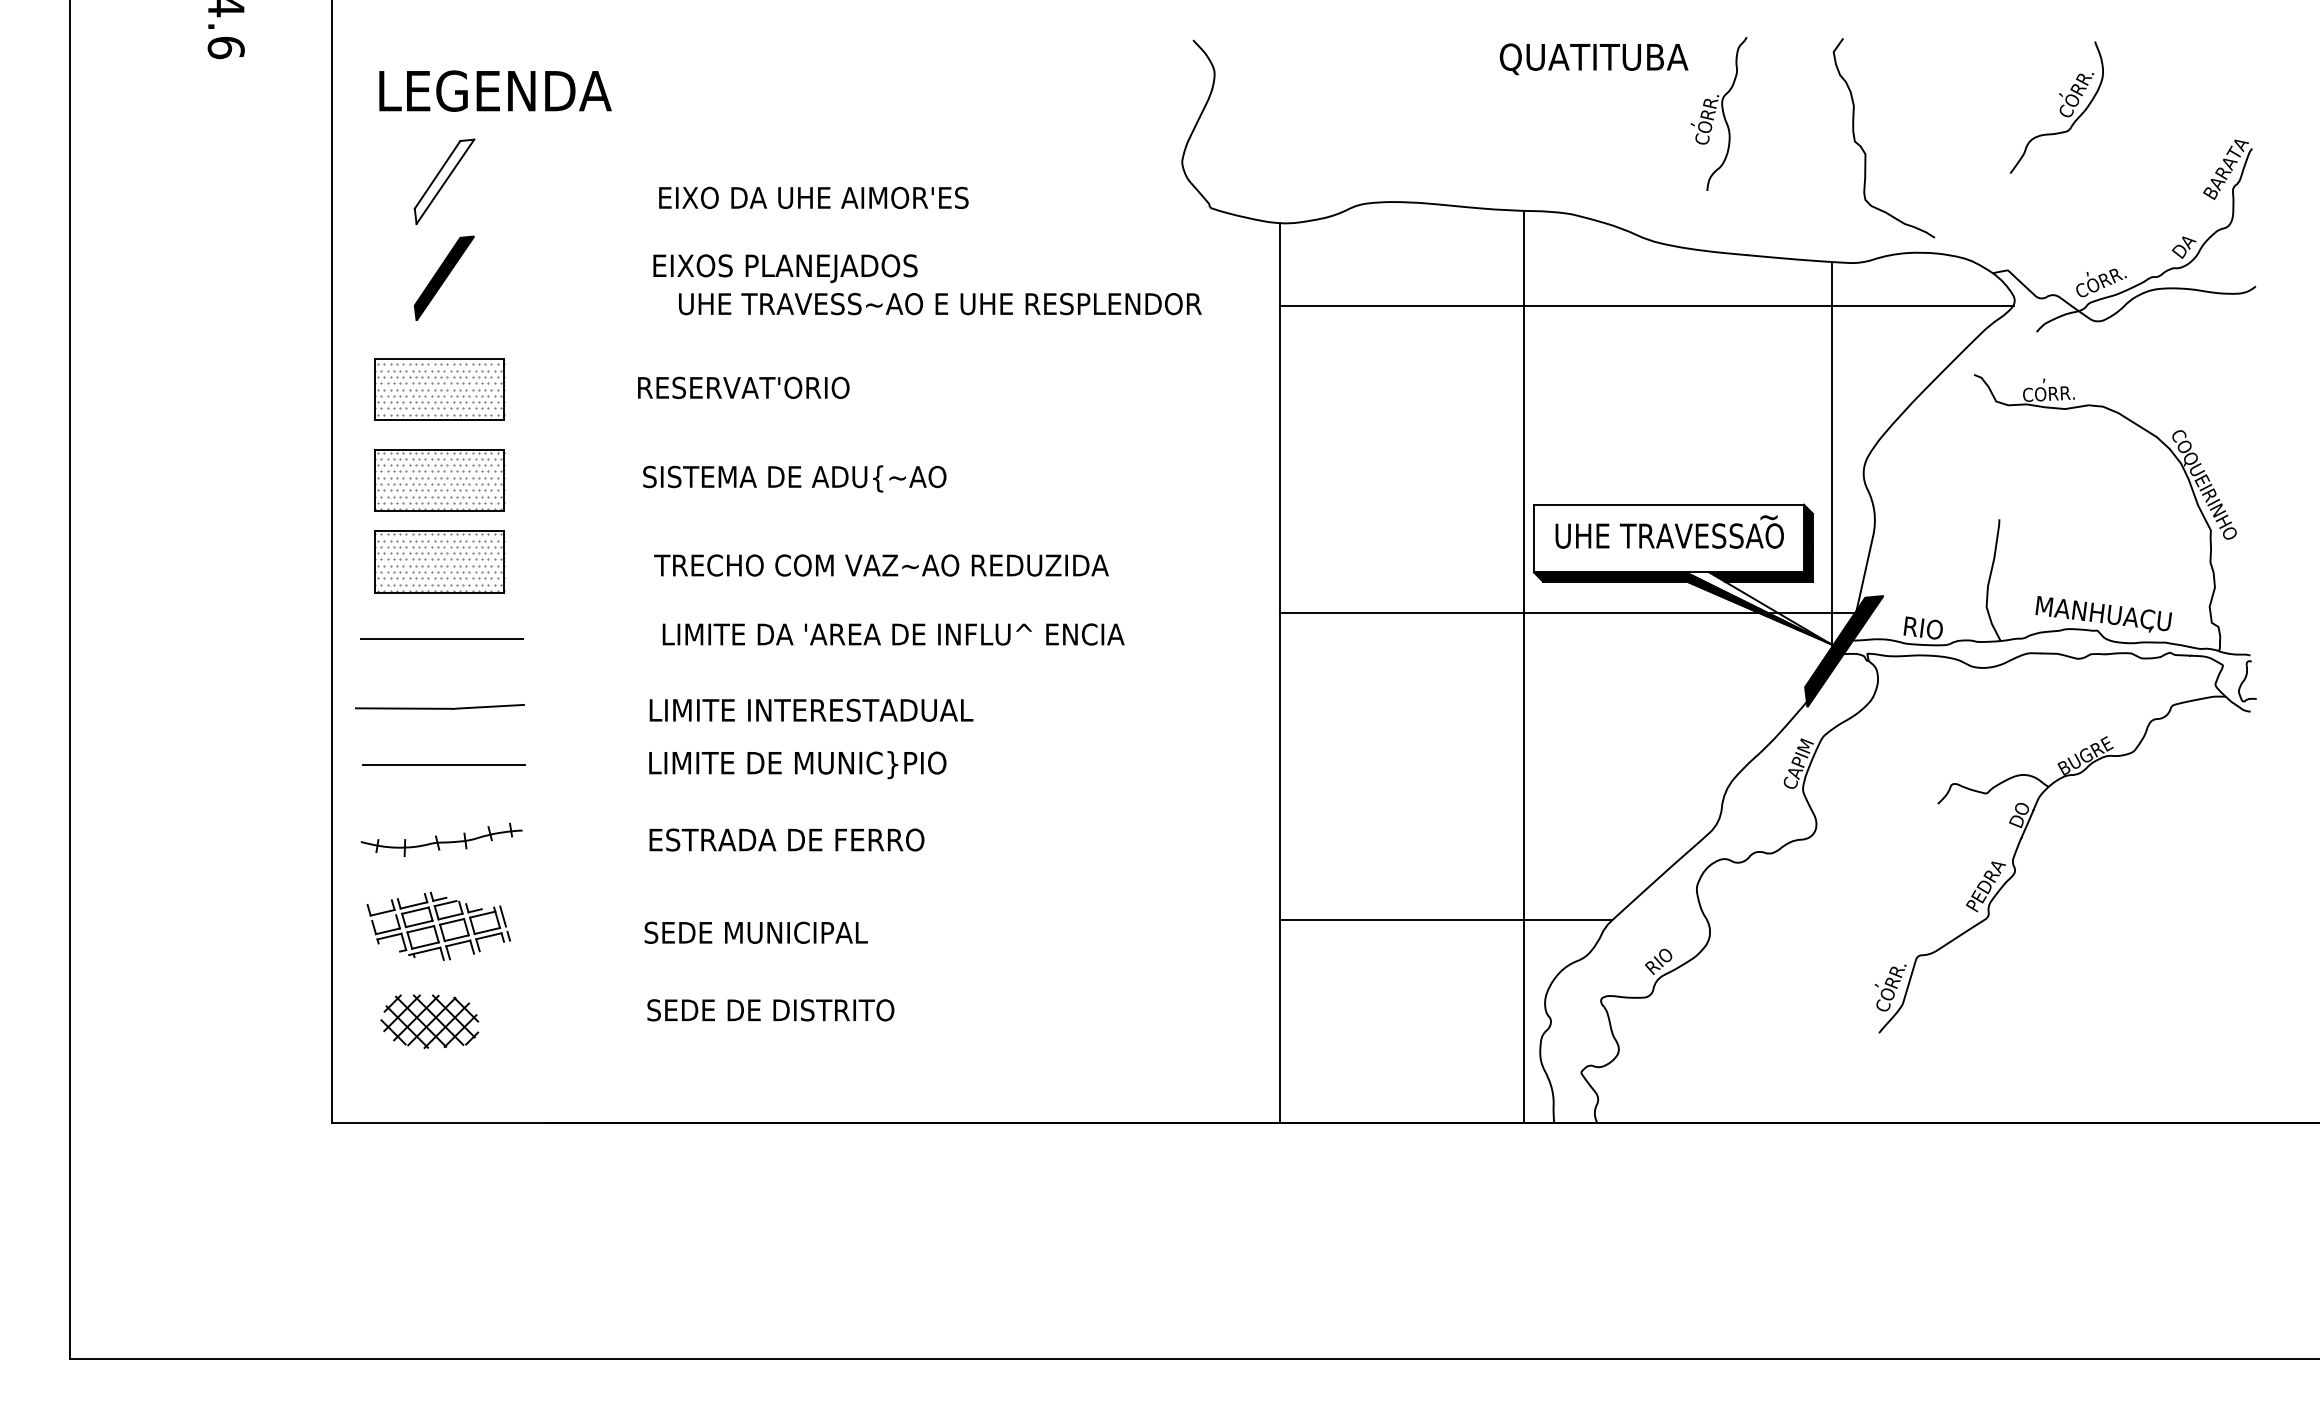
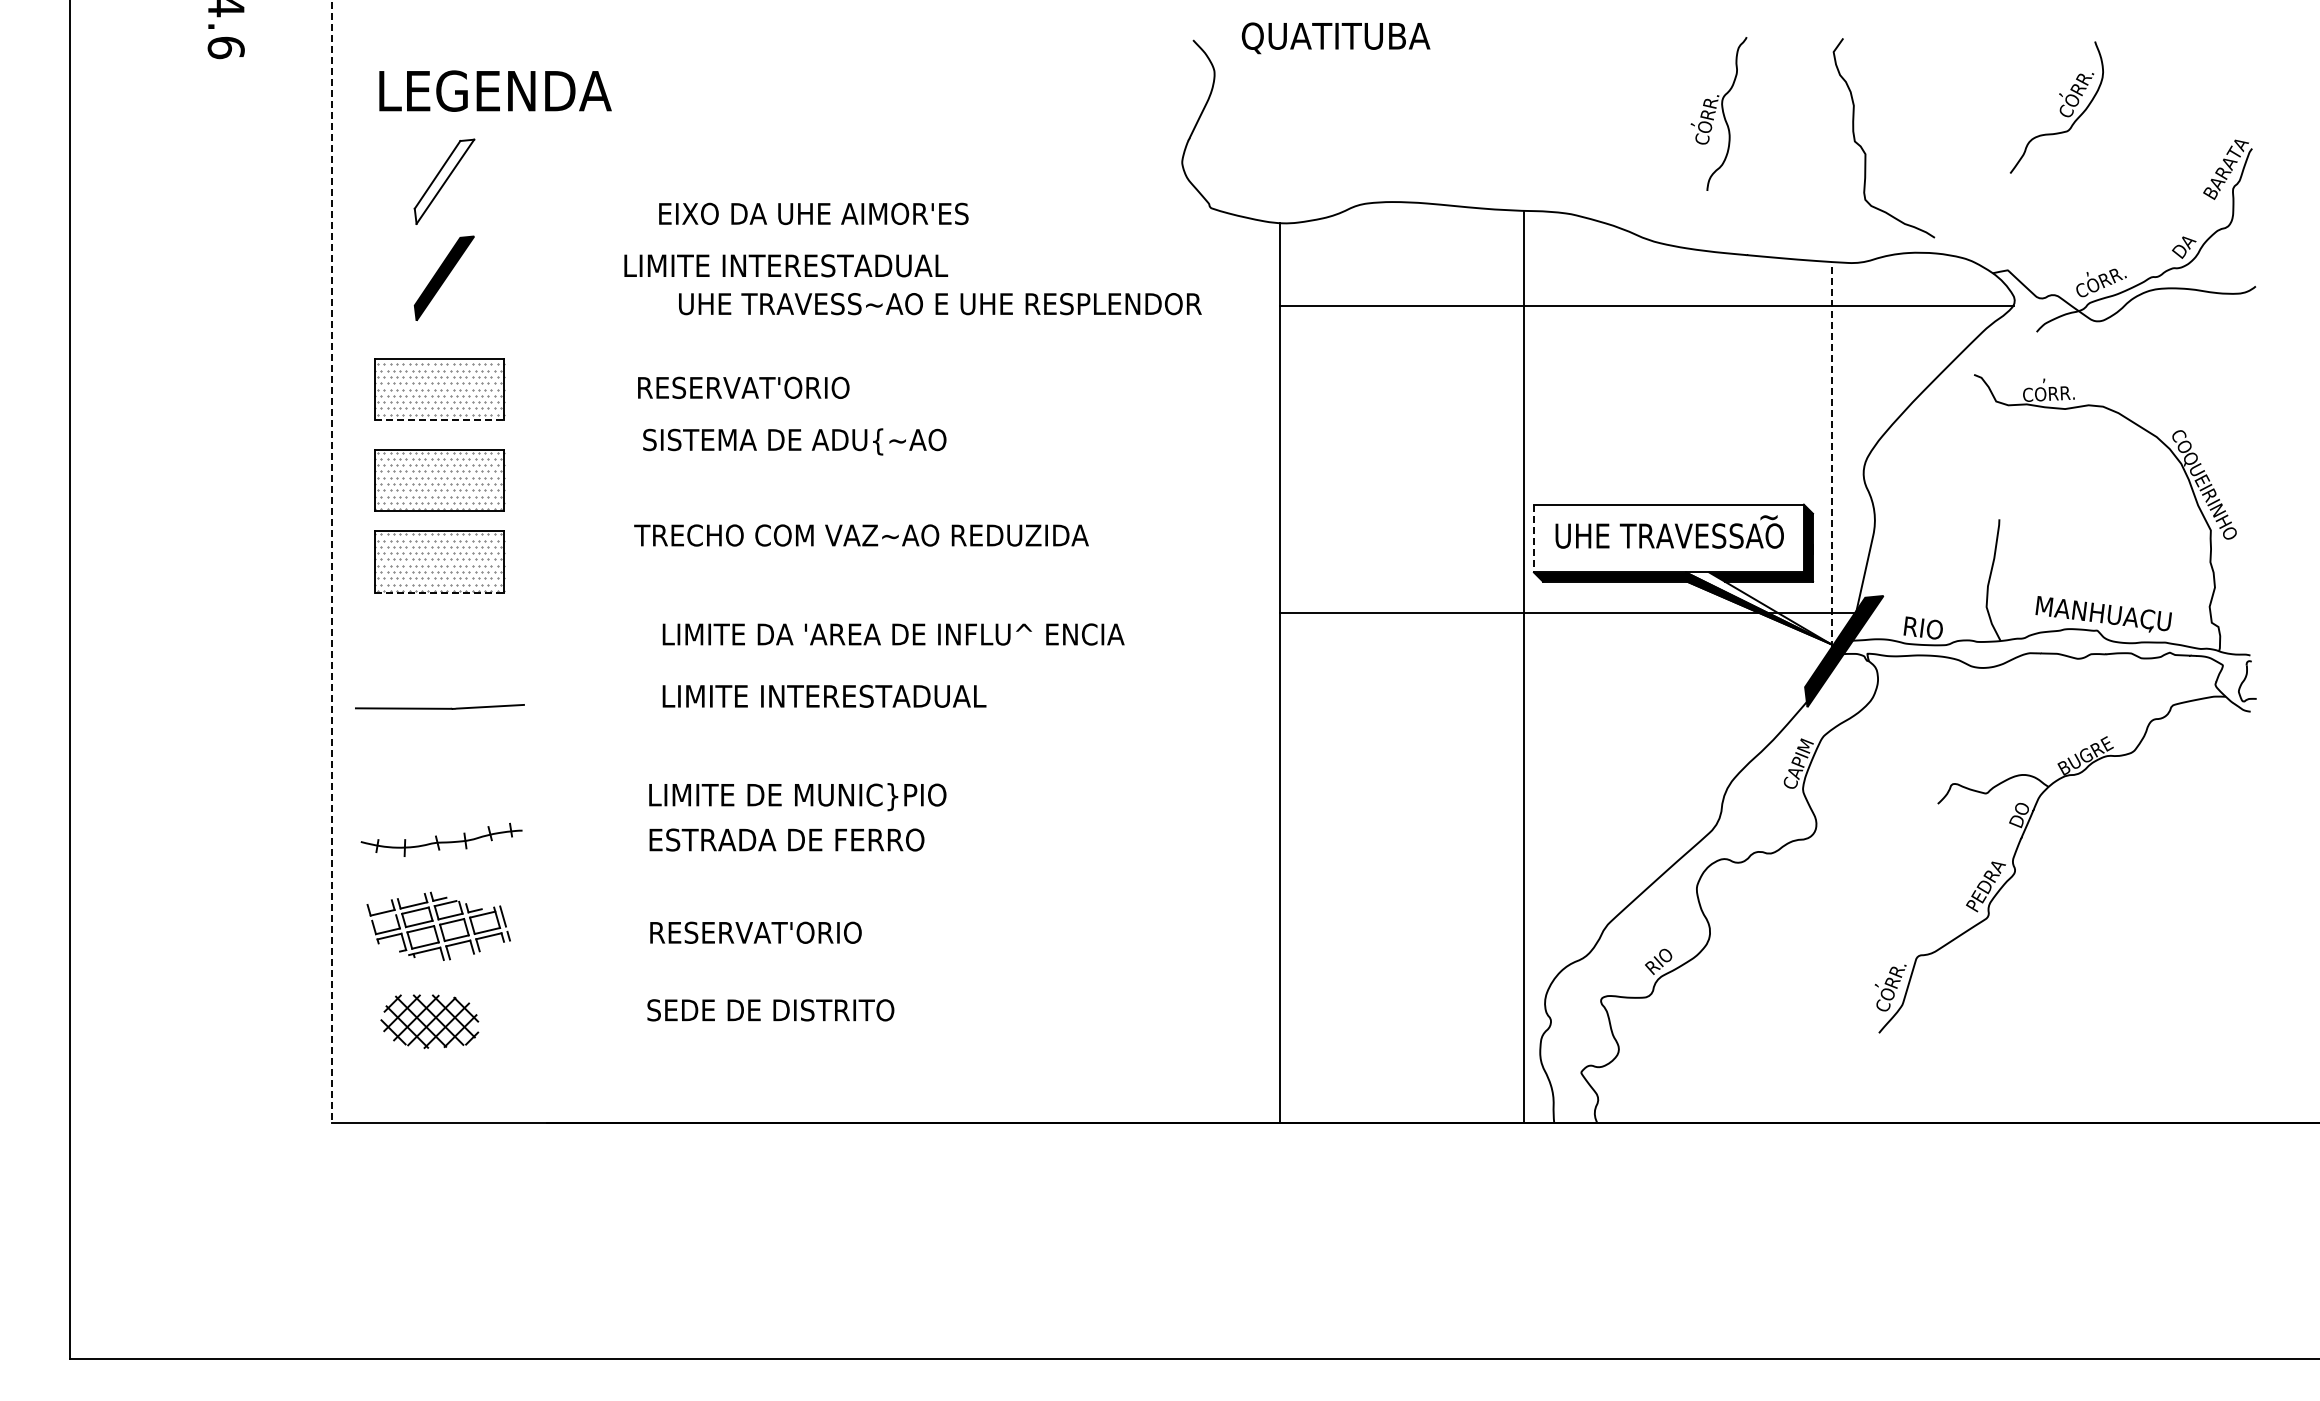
text at (1593, 59) position: (1593, 59) -> (1335, 38)
text at (813, 197) position: (813, 197) -> (813, 213)
text at (786, 268): EIXOS PLANEJADOS -> LIMITE INTERESTADUAL
line at (439, 420): solid -> dashed
line at (1831, 465): solid -> dashed
text at (794, 478) position: (794, 478) -> (794, 441)
line at (1533, 538): solid -> dashed
line at (331, 562): solid -> dashed
text at (881, 565) position: (881, 565) -> (861, 535)
line at (439, 592): solid -> dashed
line at (441, 638): present -> none
text at (811, 709) position: (811, 709) -> (824, 695)
line at (443, 764): present -> none
text at (797, 765) position: (797, 765) -> (797, 797)
line at (1445, 920): present -> none
text at (755, 932): SEDE MUNICIPAL -> RESERVAT'ORIO
